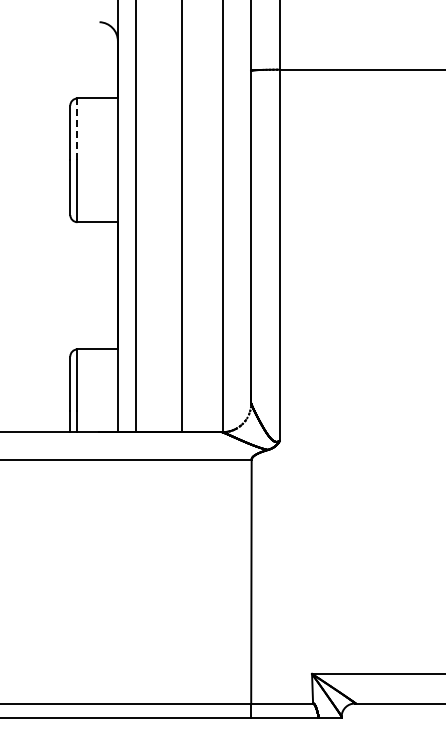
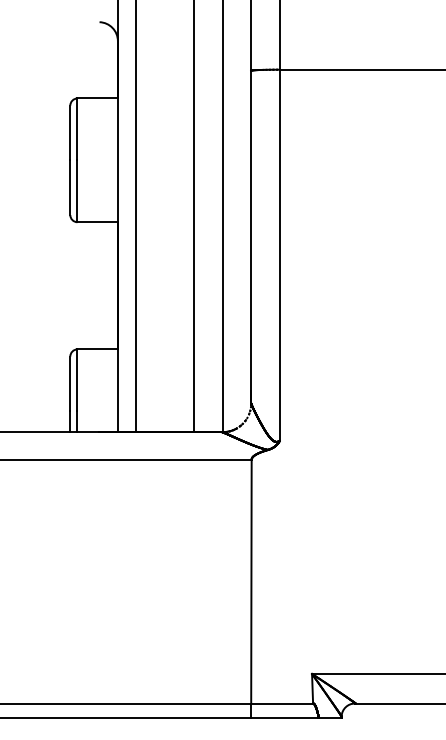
line at (77, 129): dashed -> solid
line at (182, 217) position: (182, 217) -> (194, 217)
